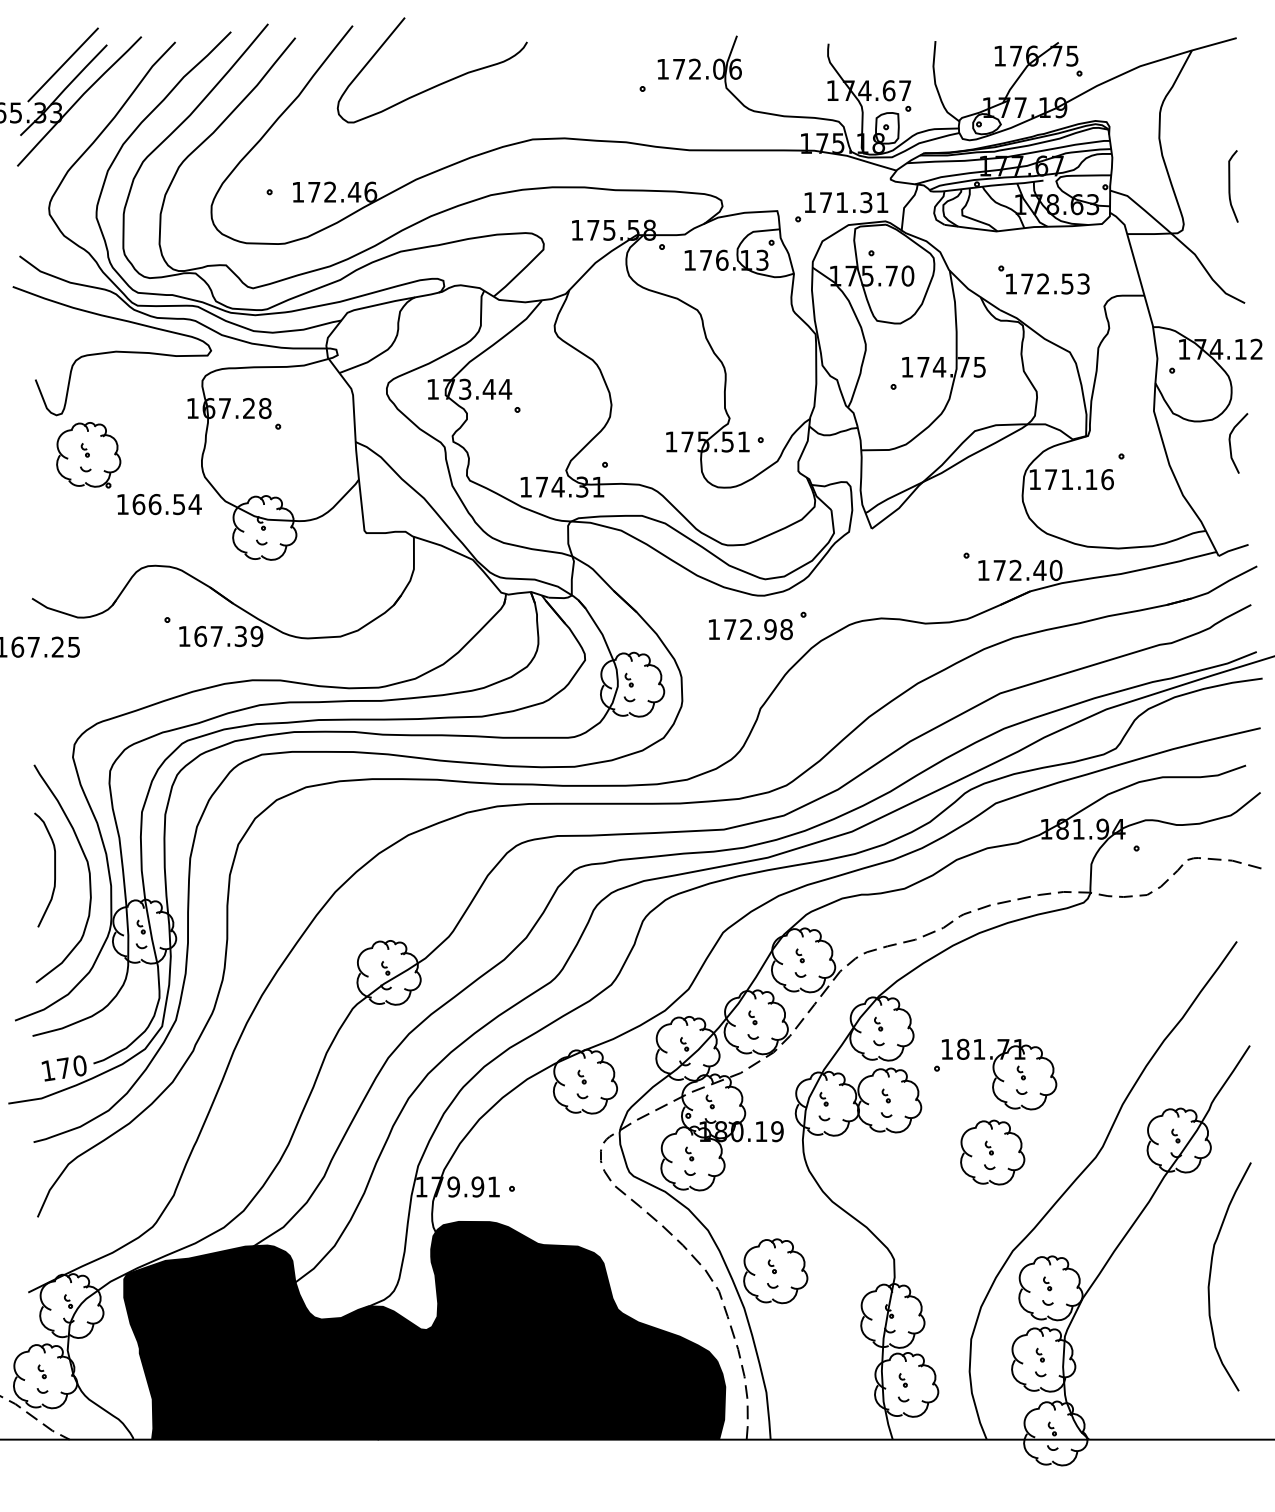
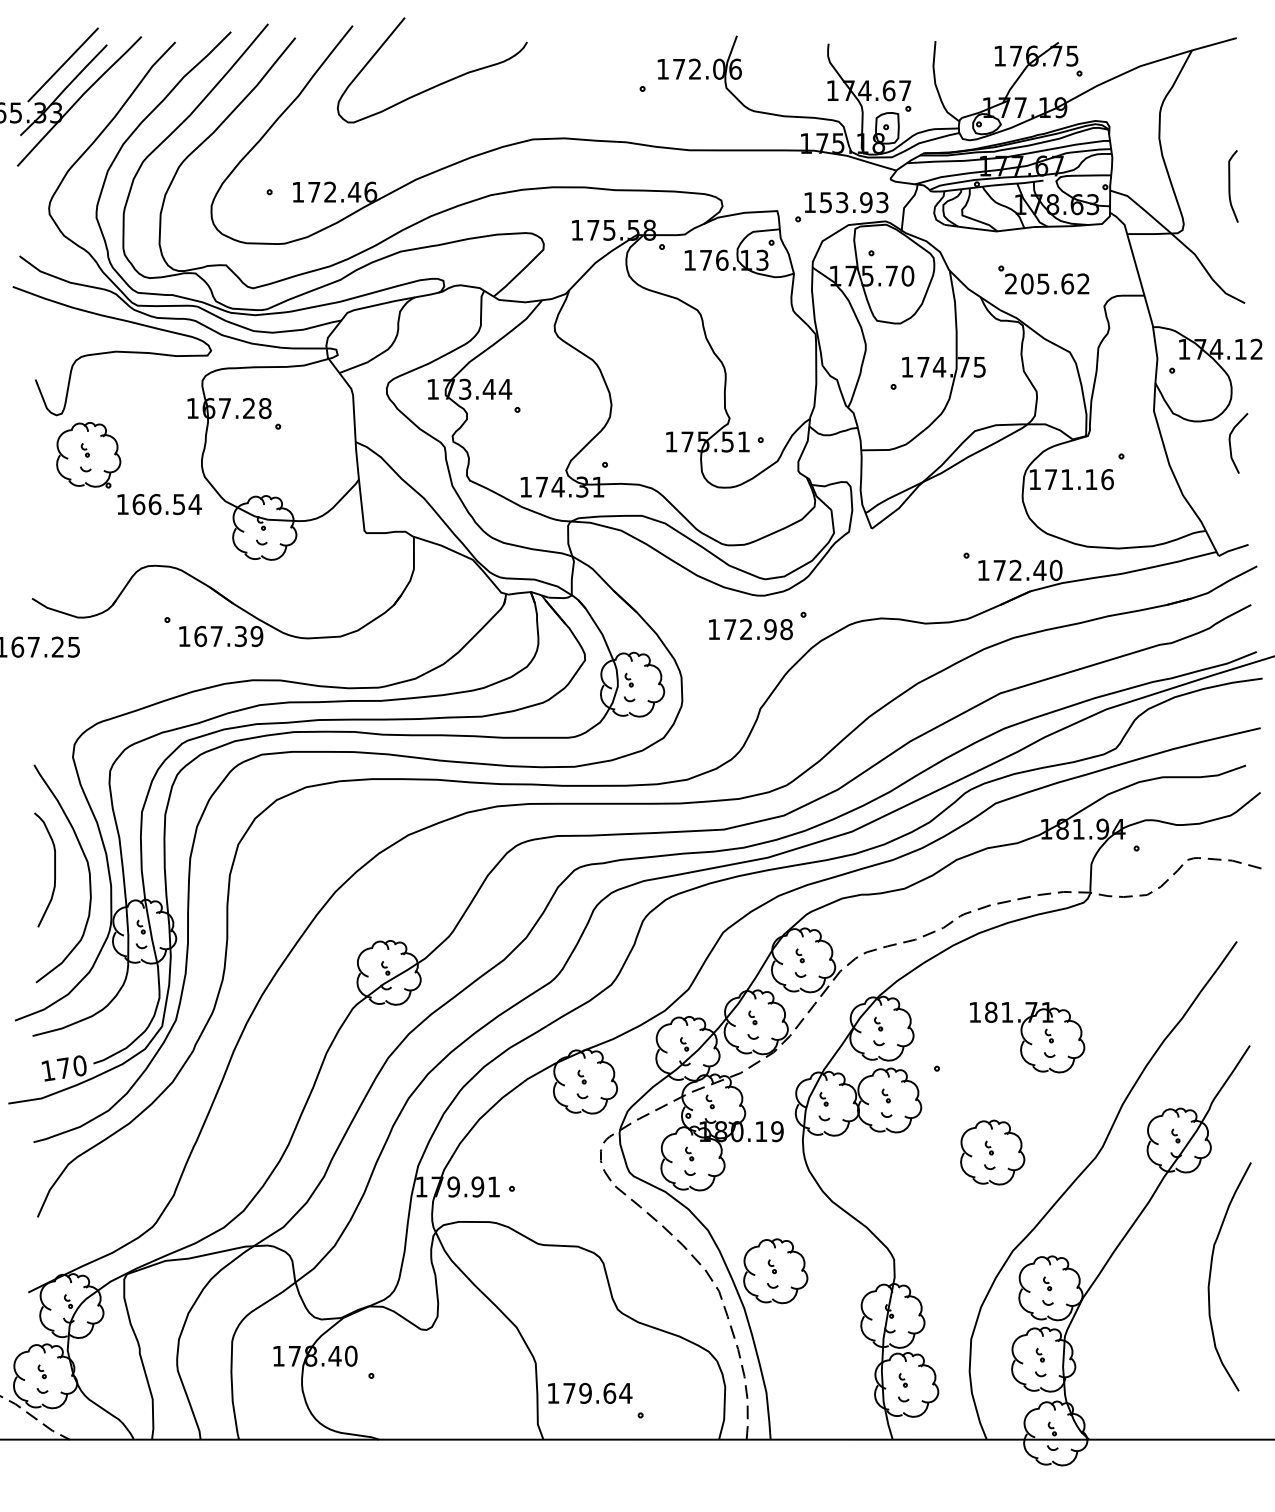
text at (854, 202): 171.31 -> 153.93
text at (1047, 283): 172.53 -> 205.62
part at (999, 1074) position: (999, 1074) -> (1027, 1037)
fill at (424, 1330): present -> none
